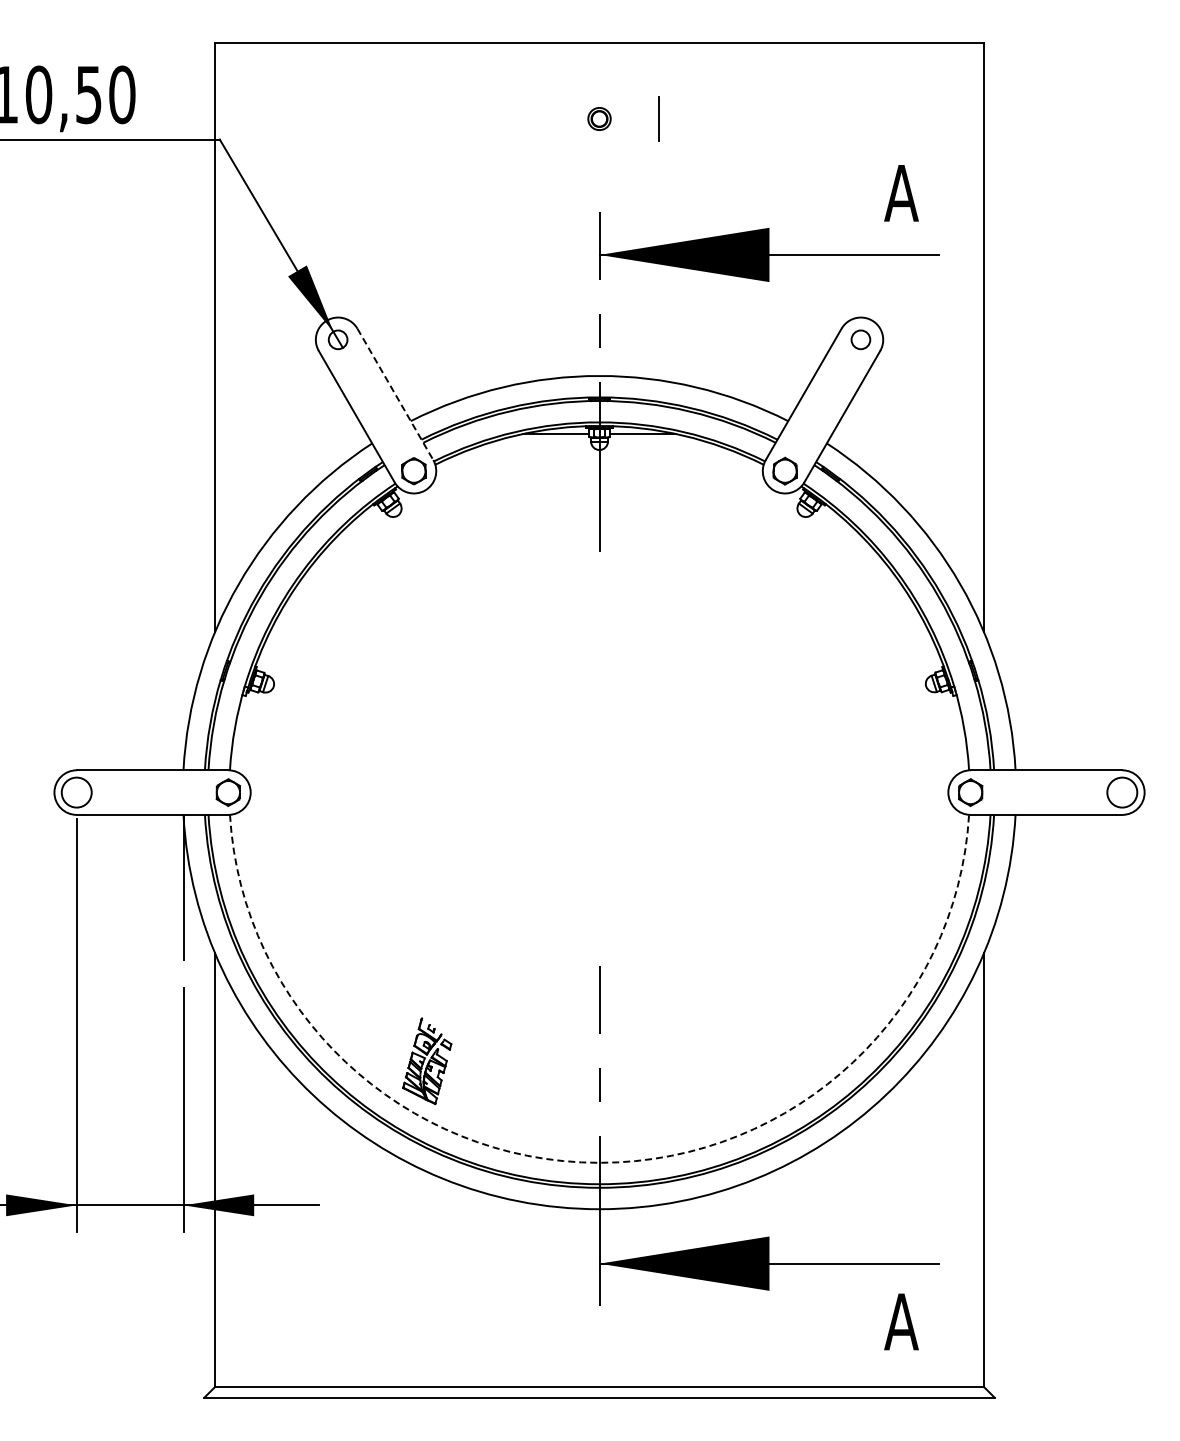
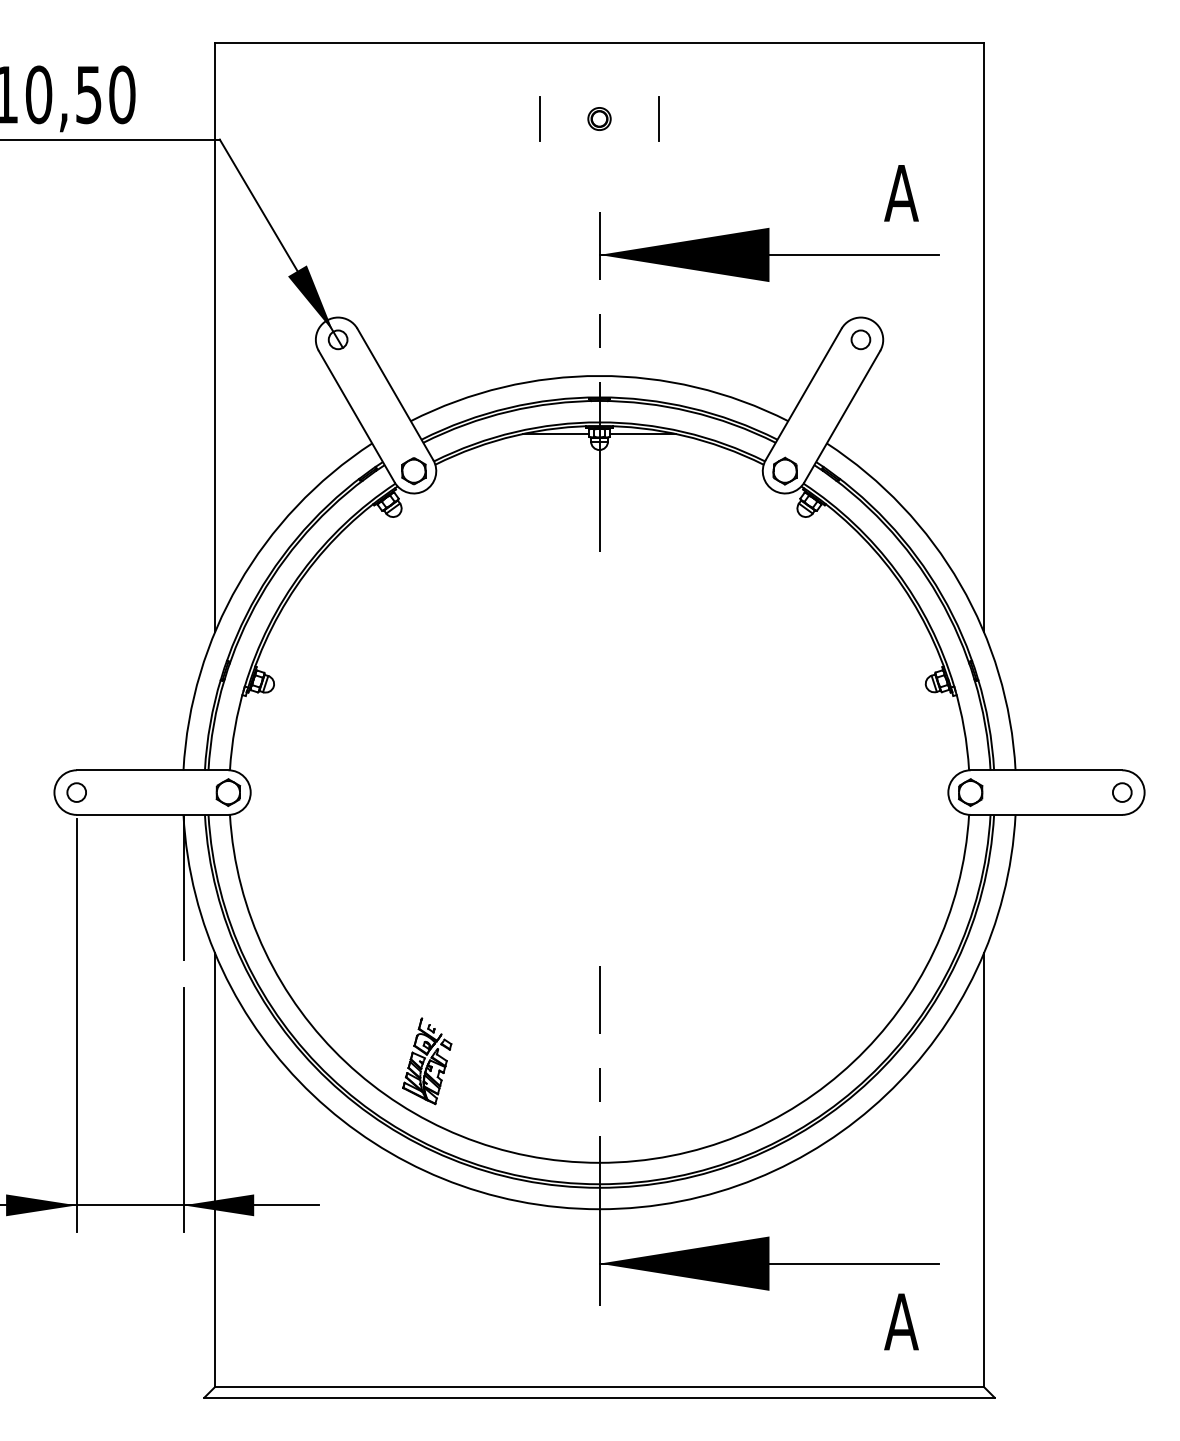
line at (539, 118): none -> present
line at (395, 394): dashed -> solid
circle at (76, 792) diameter: 30 px -> 19 px
circle at (1122, 792) diameter: 30 px -> 19 px
arc at (599, 1162): dashed -> solid
